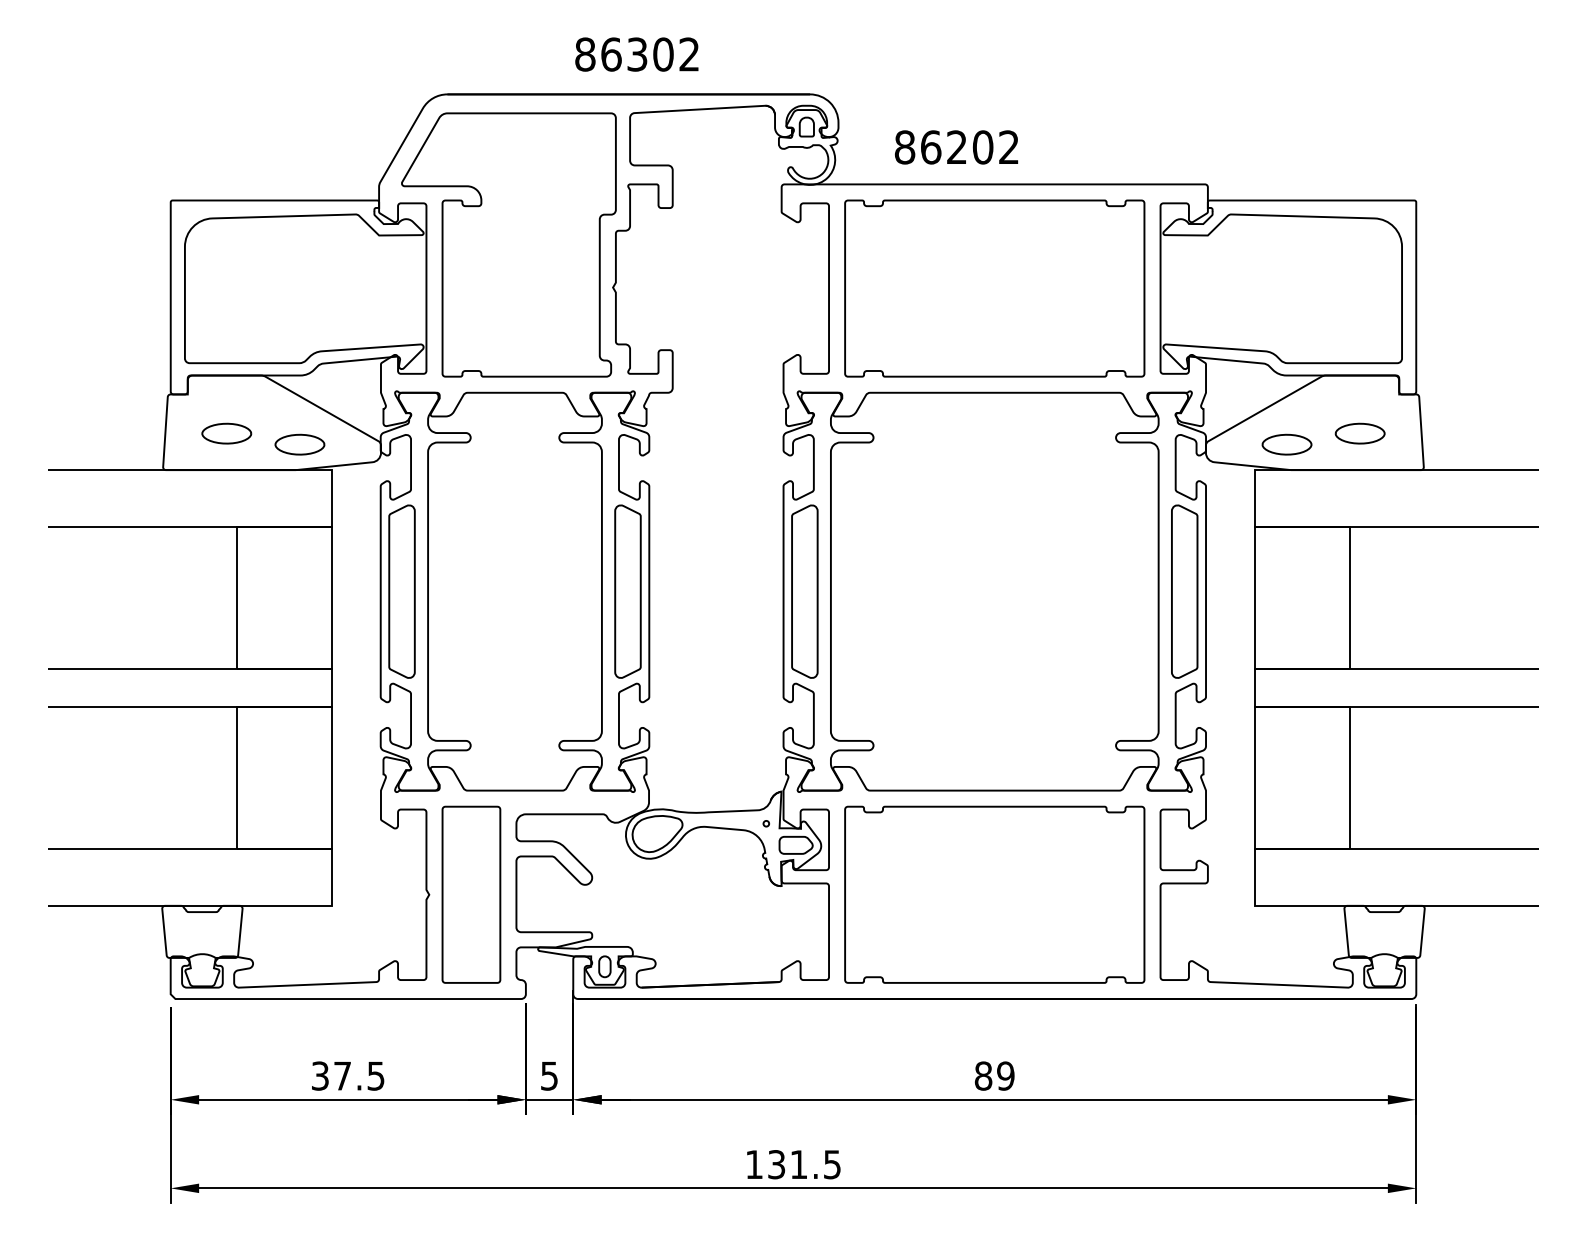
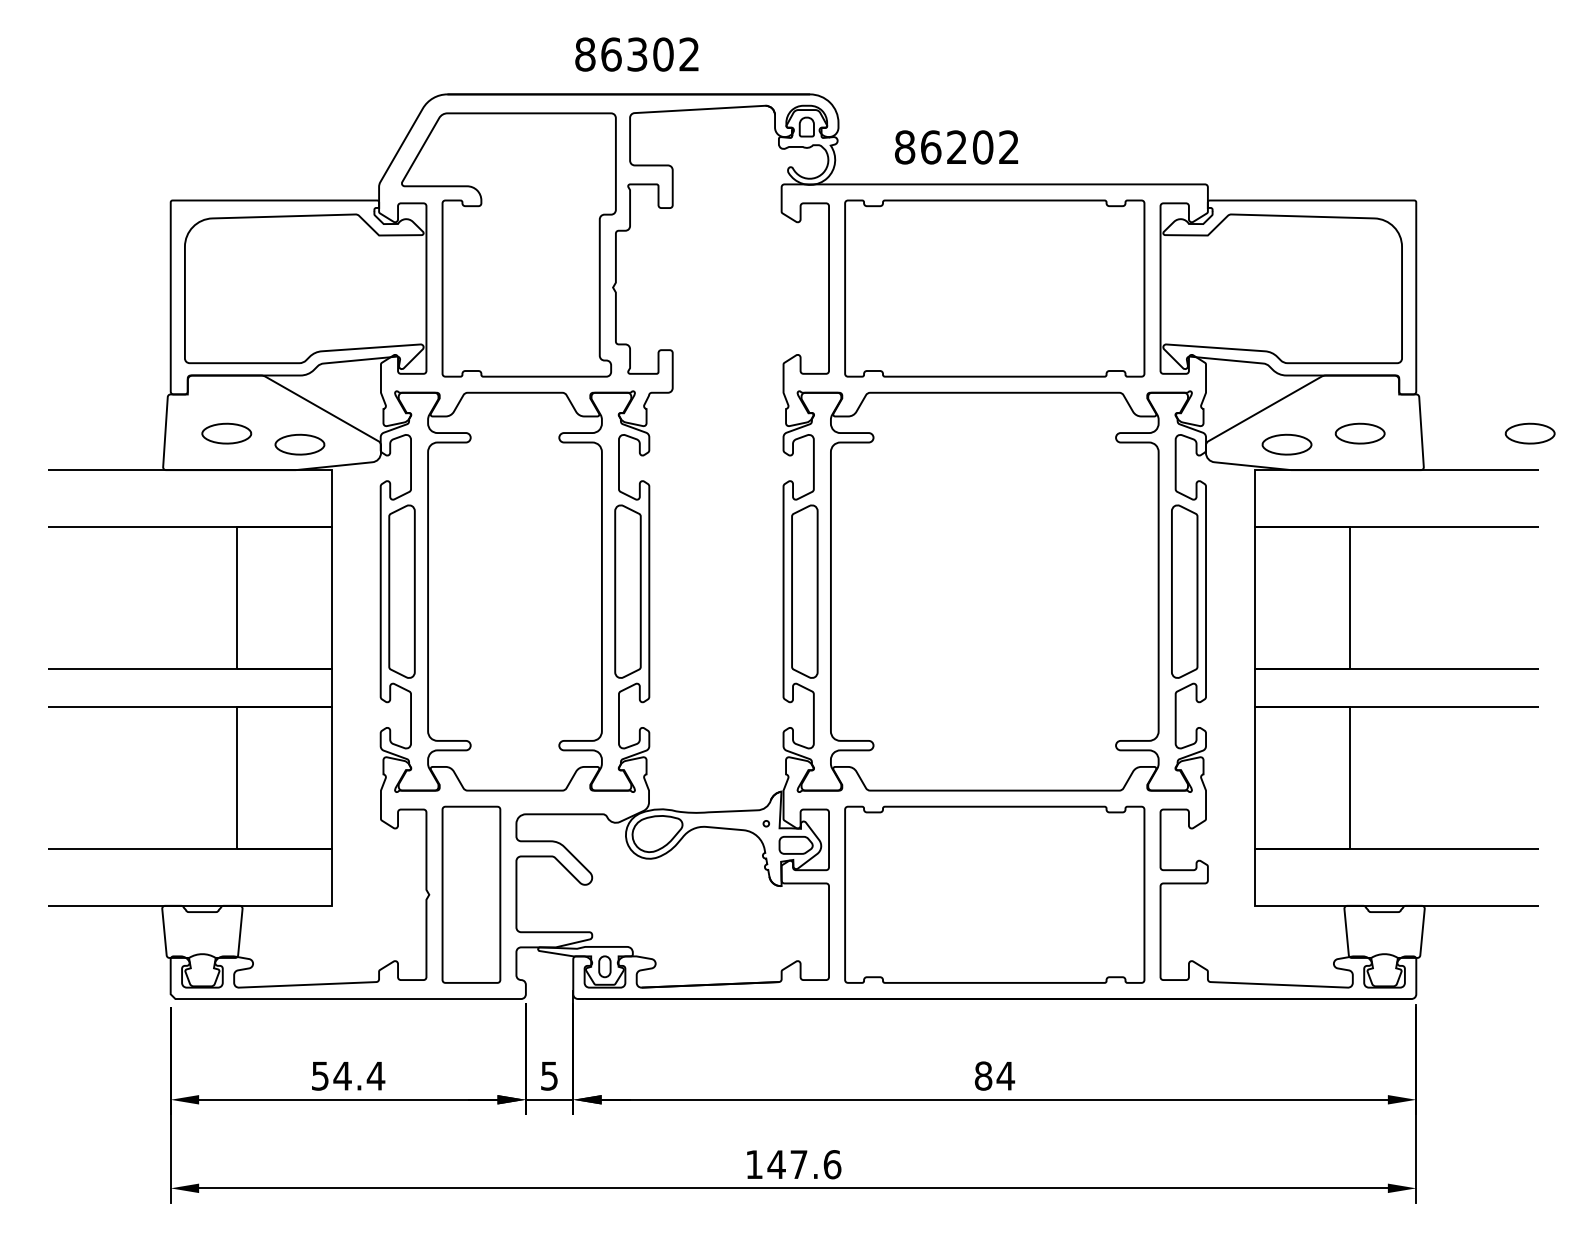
part at (1529, 433): none -> present
text at (348, 1075): 37.5 -> 54.4
text at (1005, 1075): 89 -> 84
text at (804, 1164): 131.5 -> 147.6
